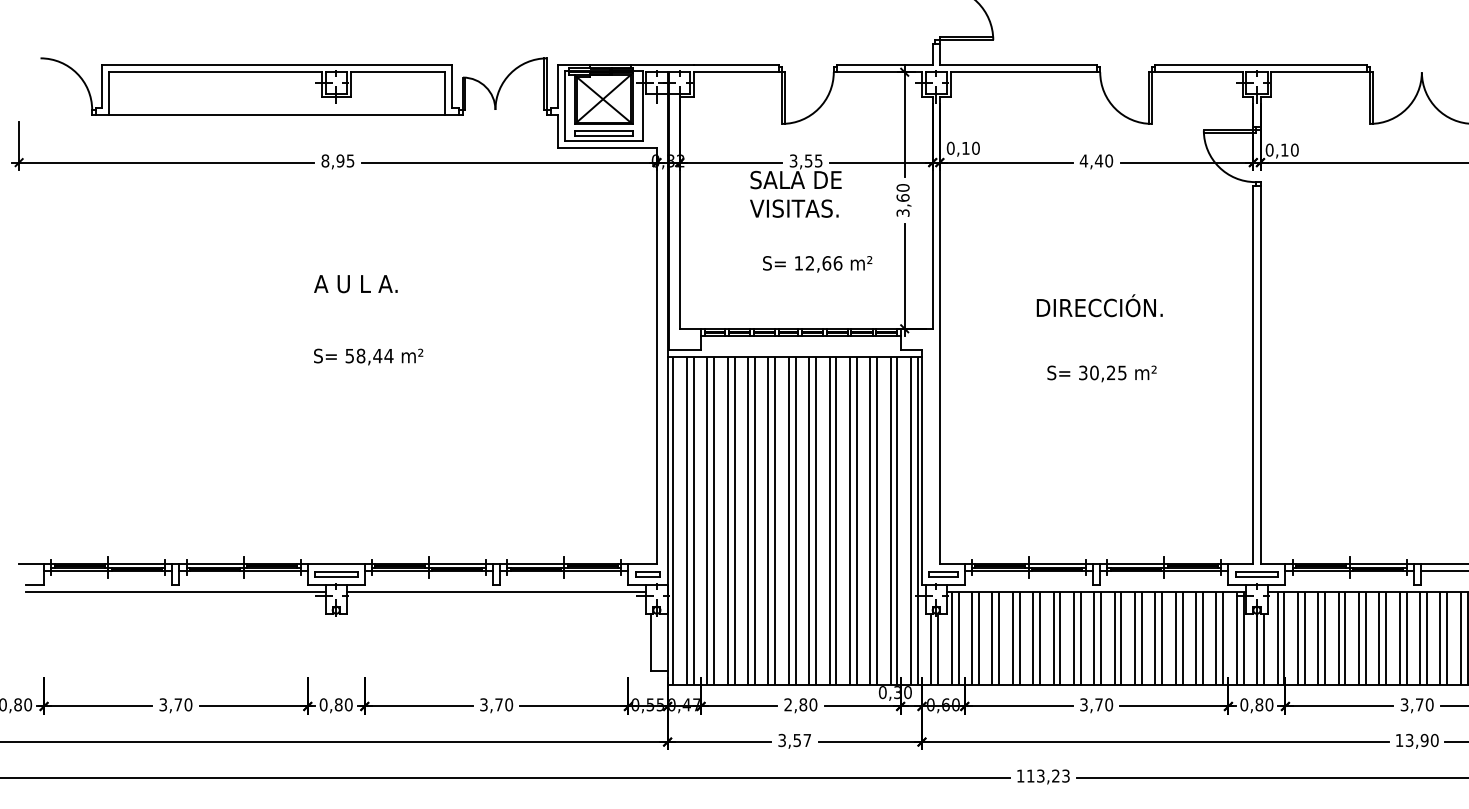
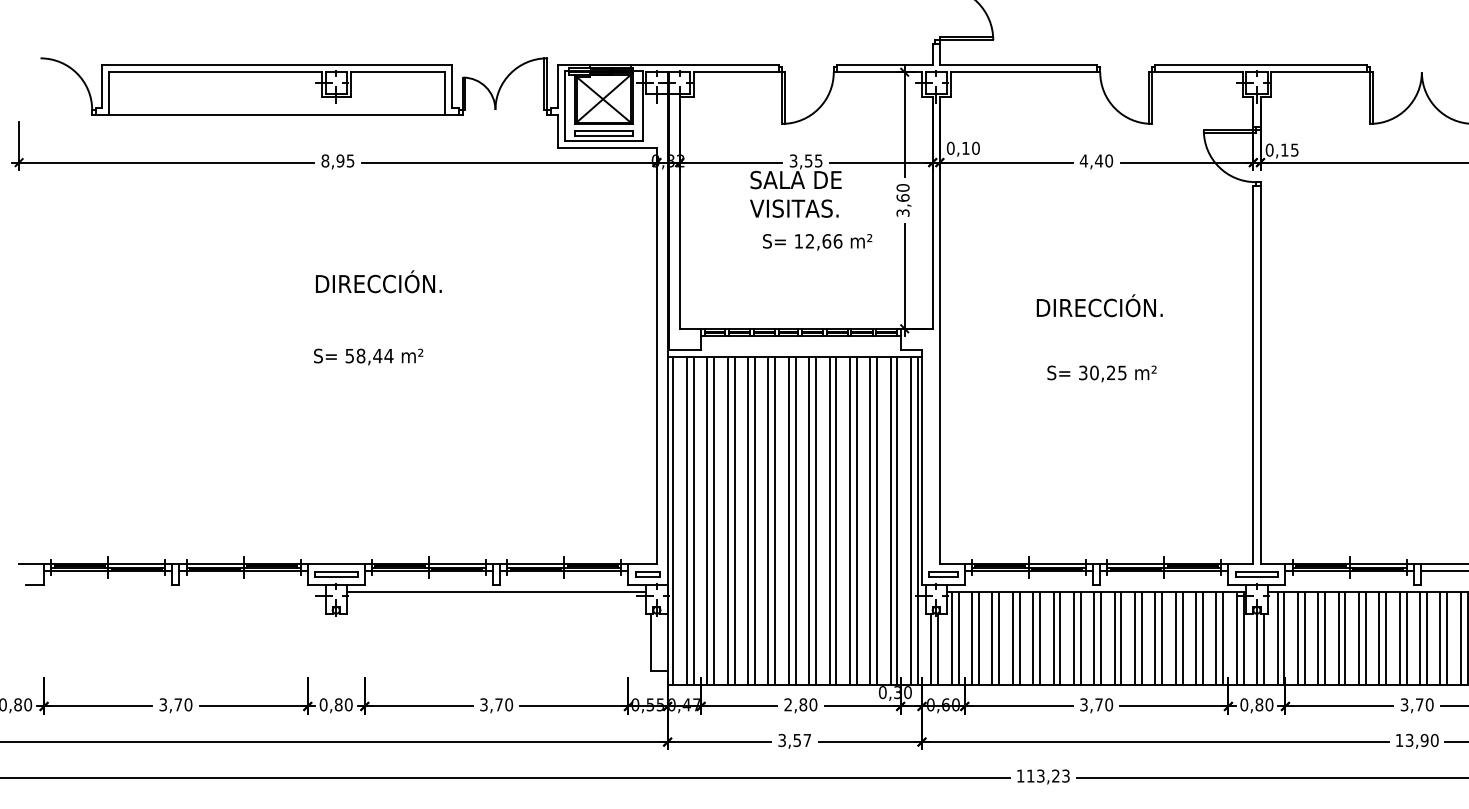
text at (1294, 149): 0,10 -> 0,15
text at (817, 264) position: (817, 264) -> (817, 242)
text at (377, 281): A U L A. -> DIRECCIÓN.
line at (175, 592): present -> none
